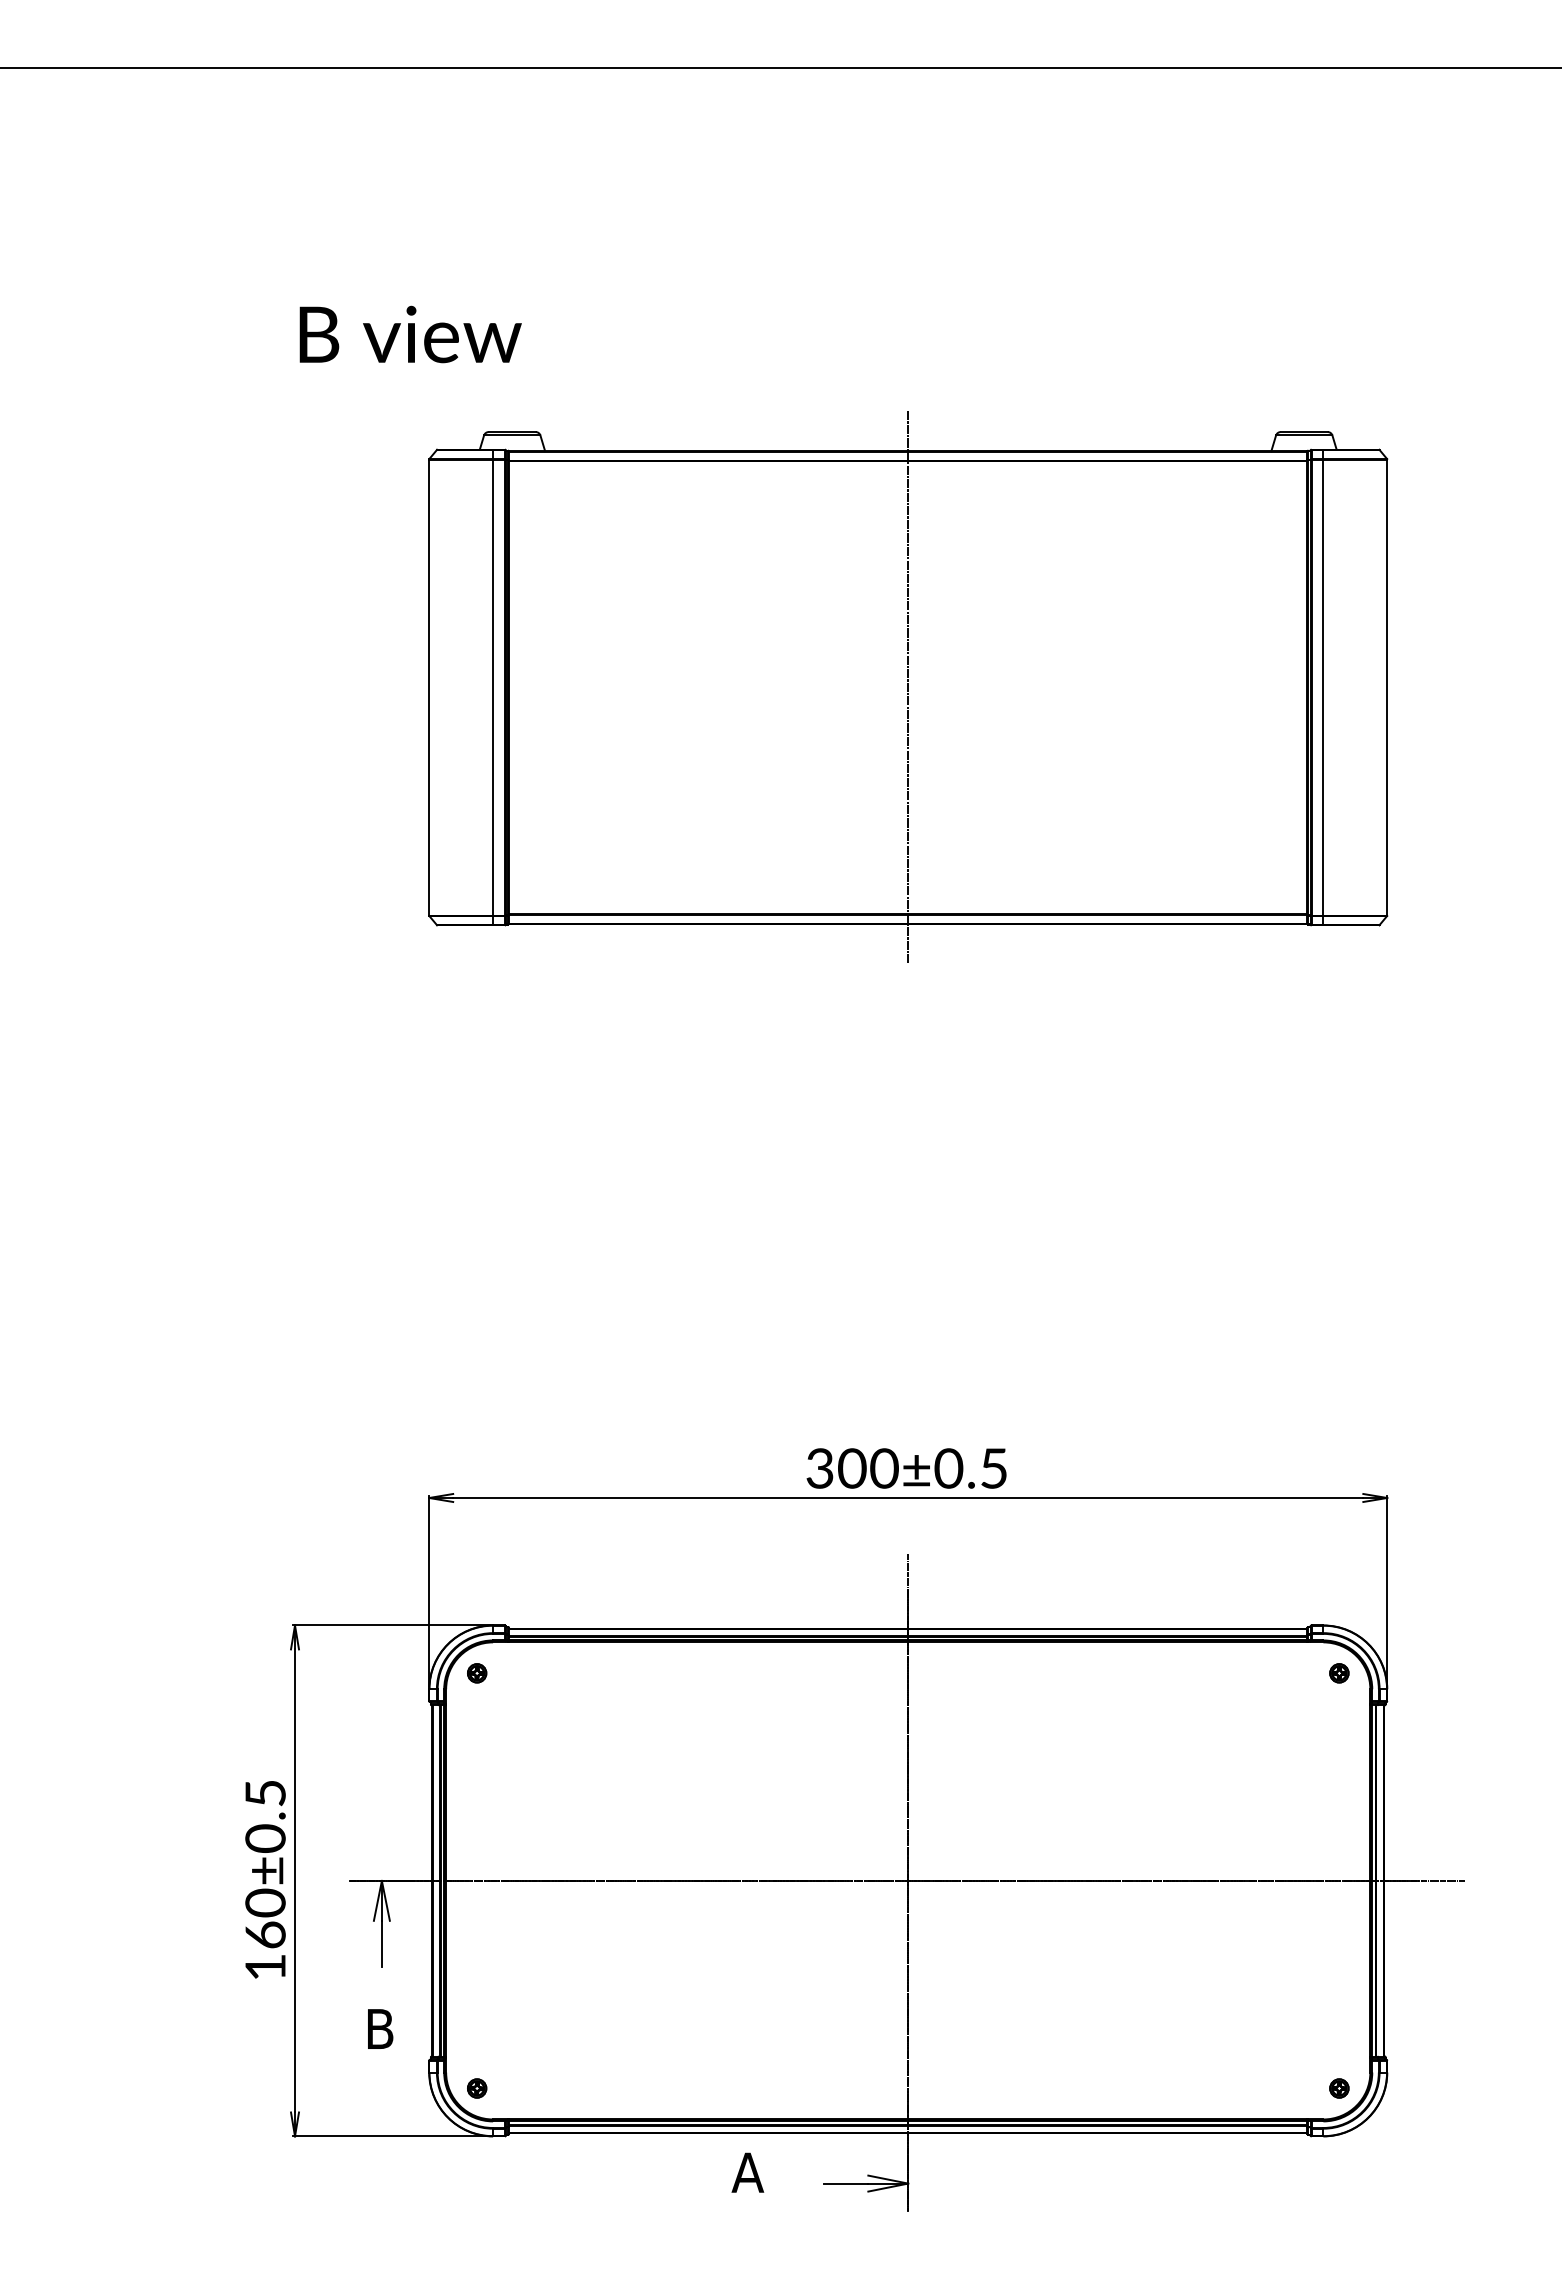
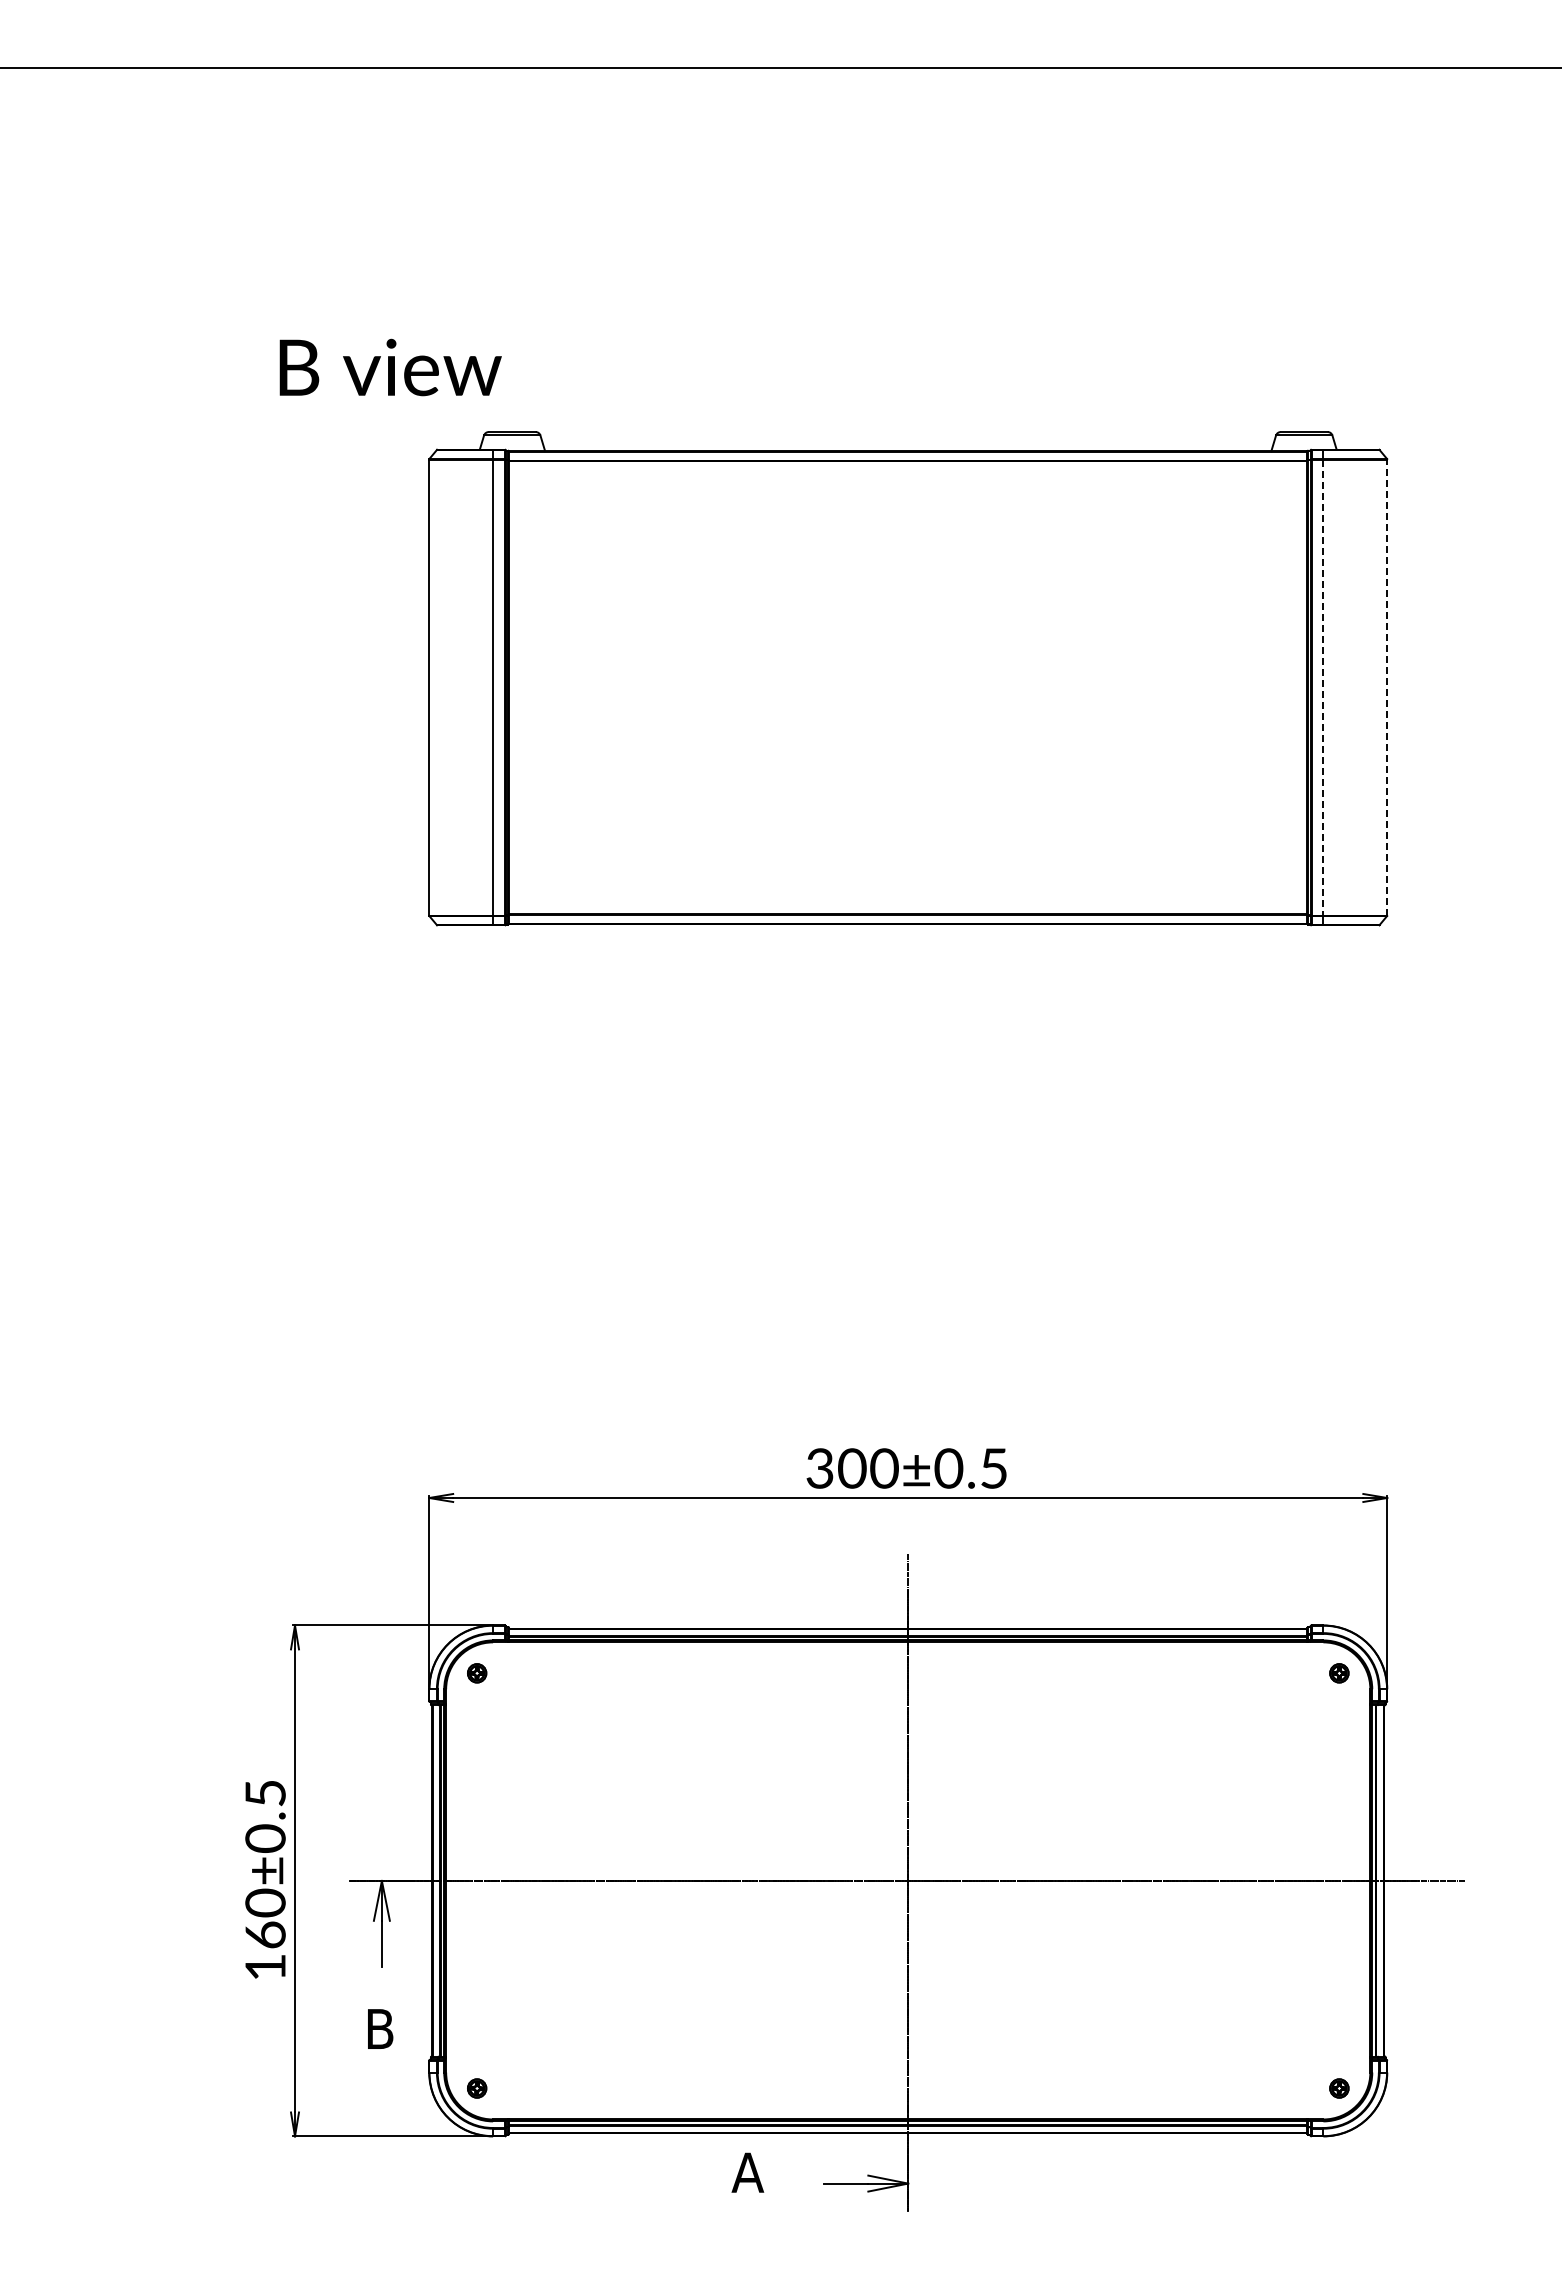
text at (410, 334) position: (410, 334) -> (390, 367)
line at (908, 687): present -> none
line at (1323, 687): solid -> dashed
line at (1387, 687): solid -> dashed
